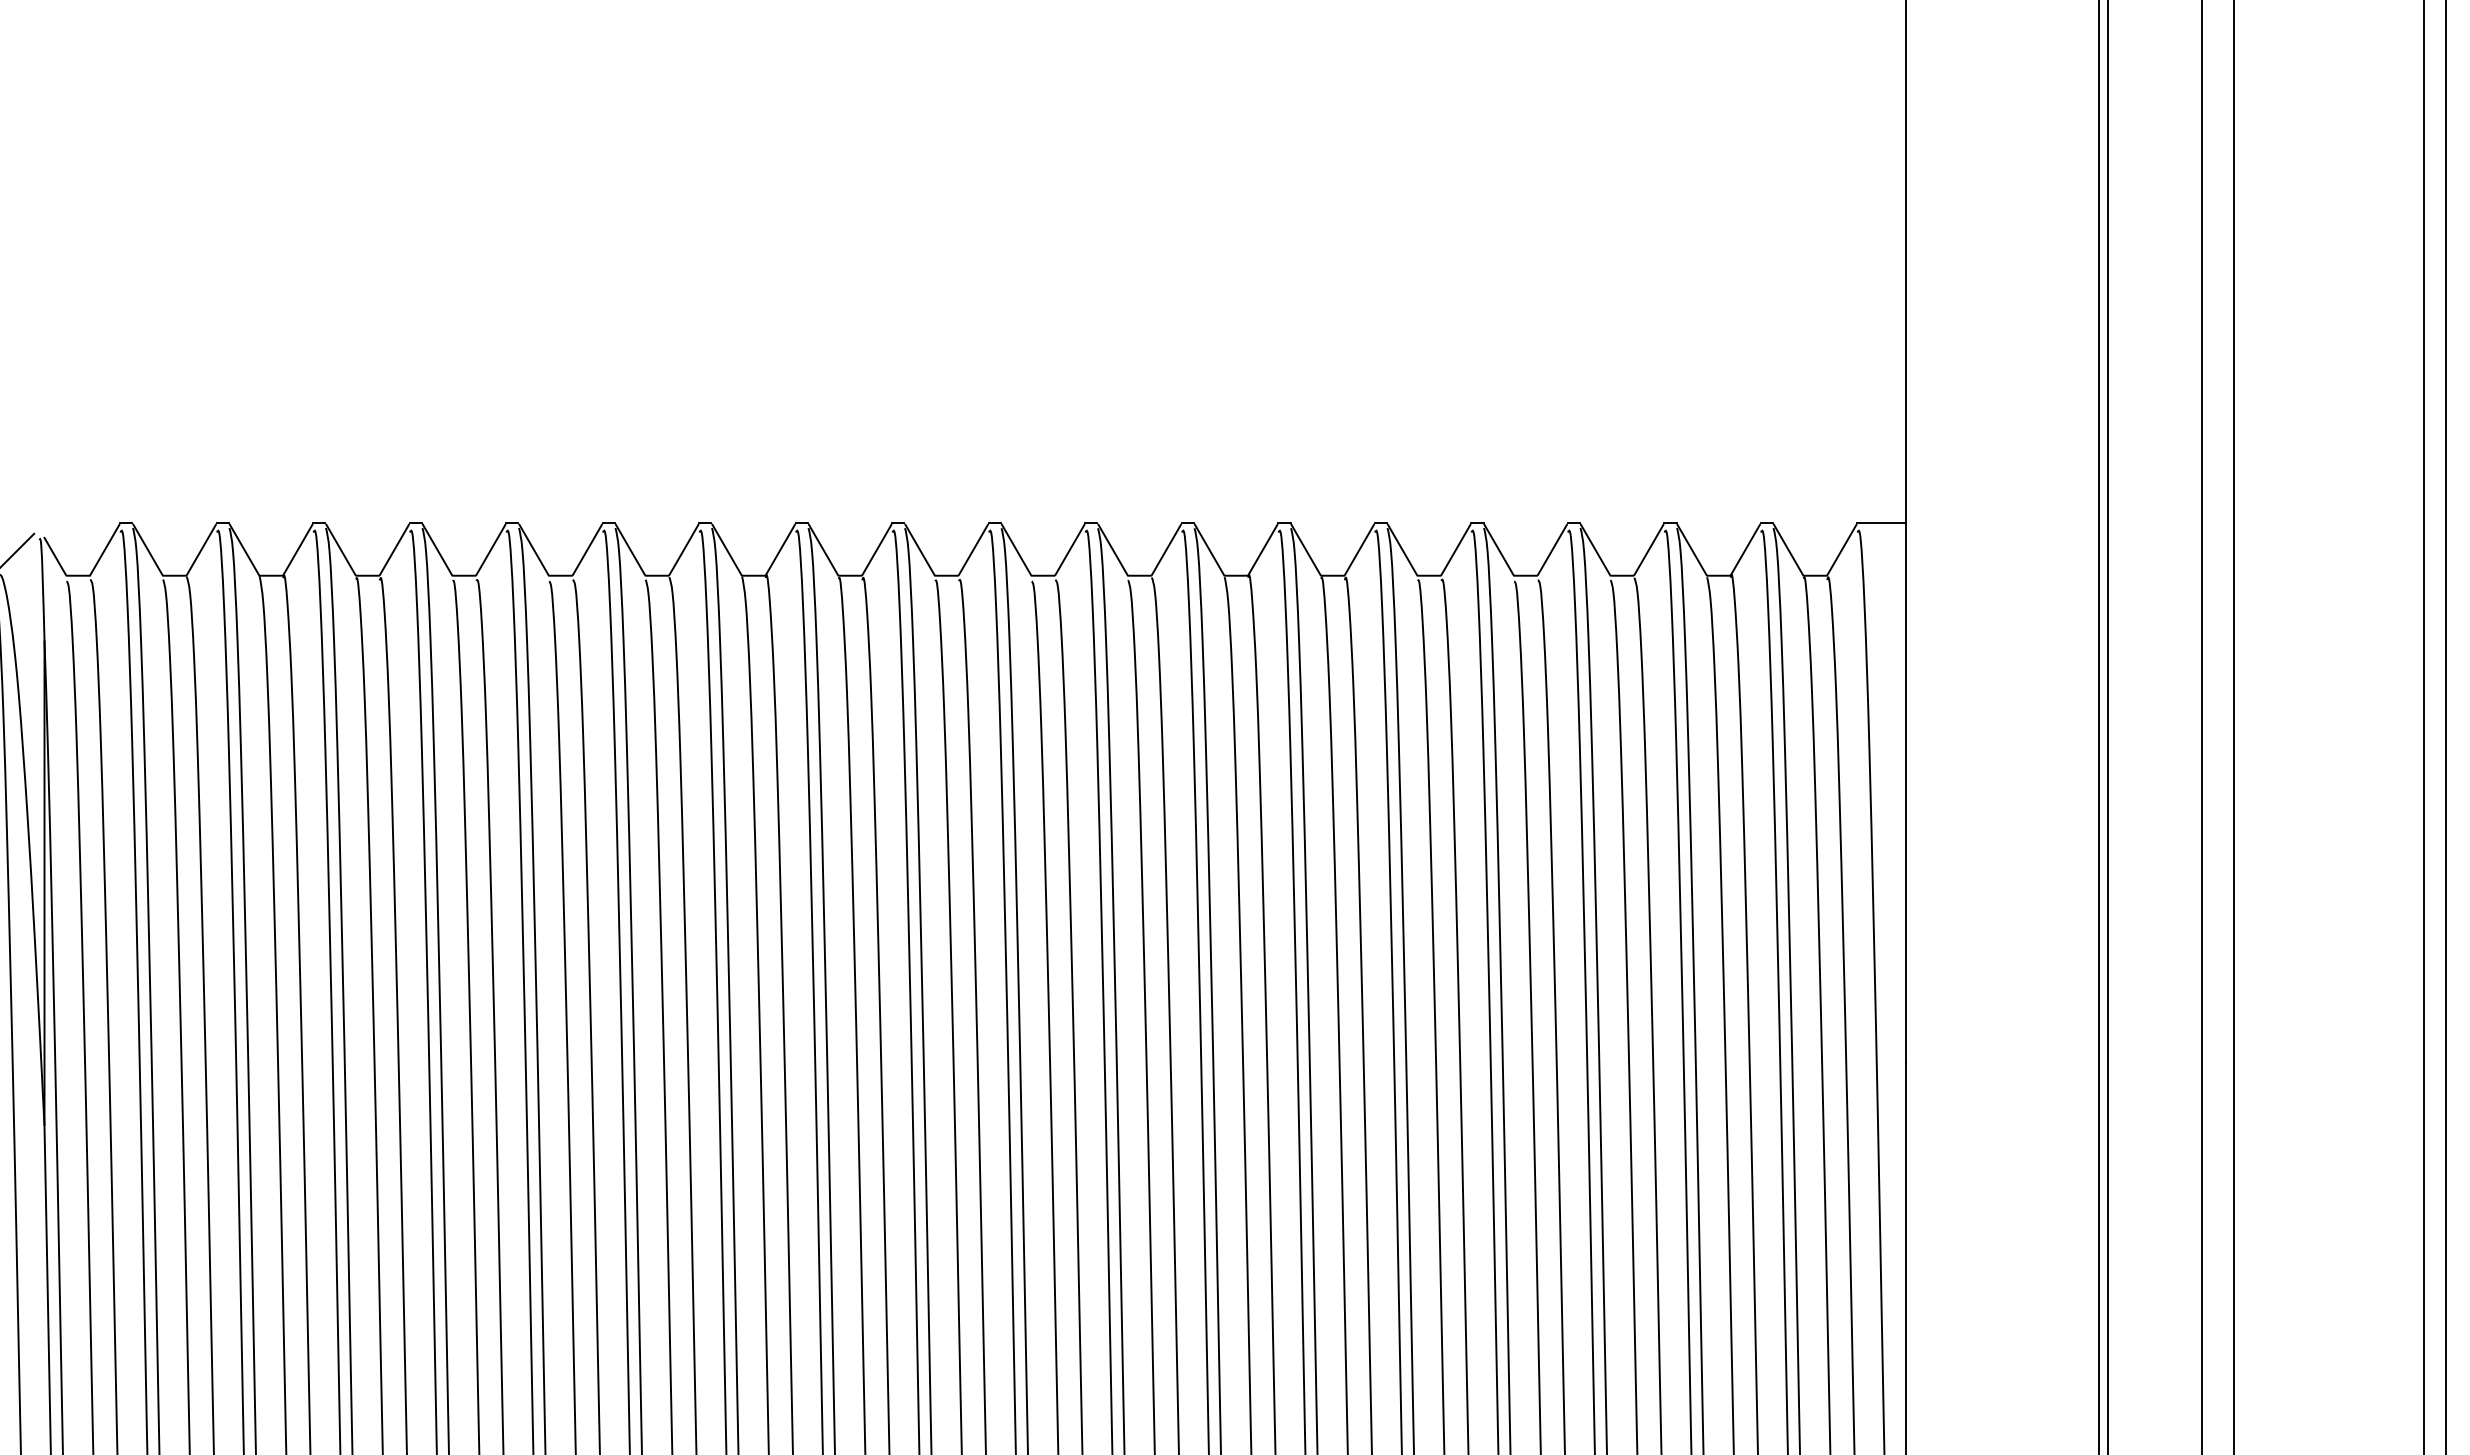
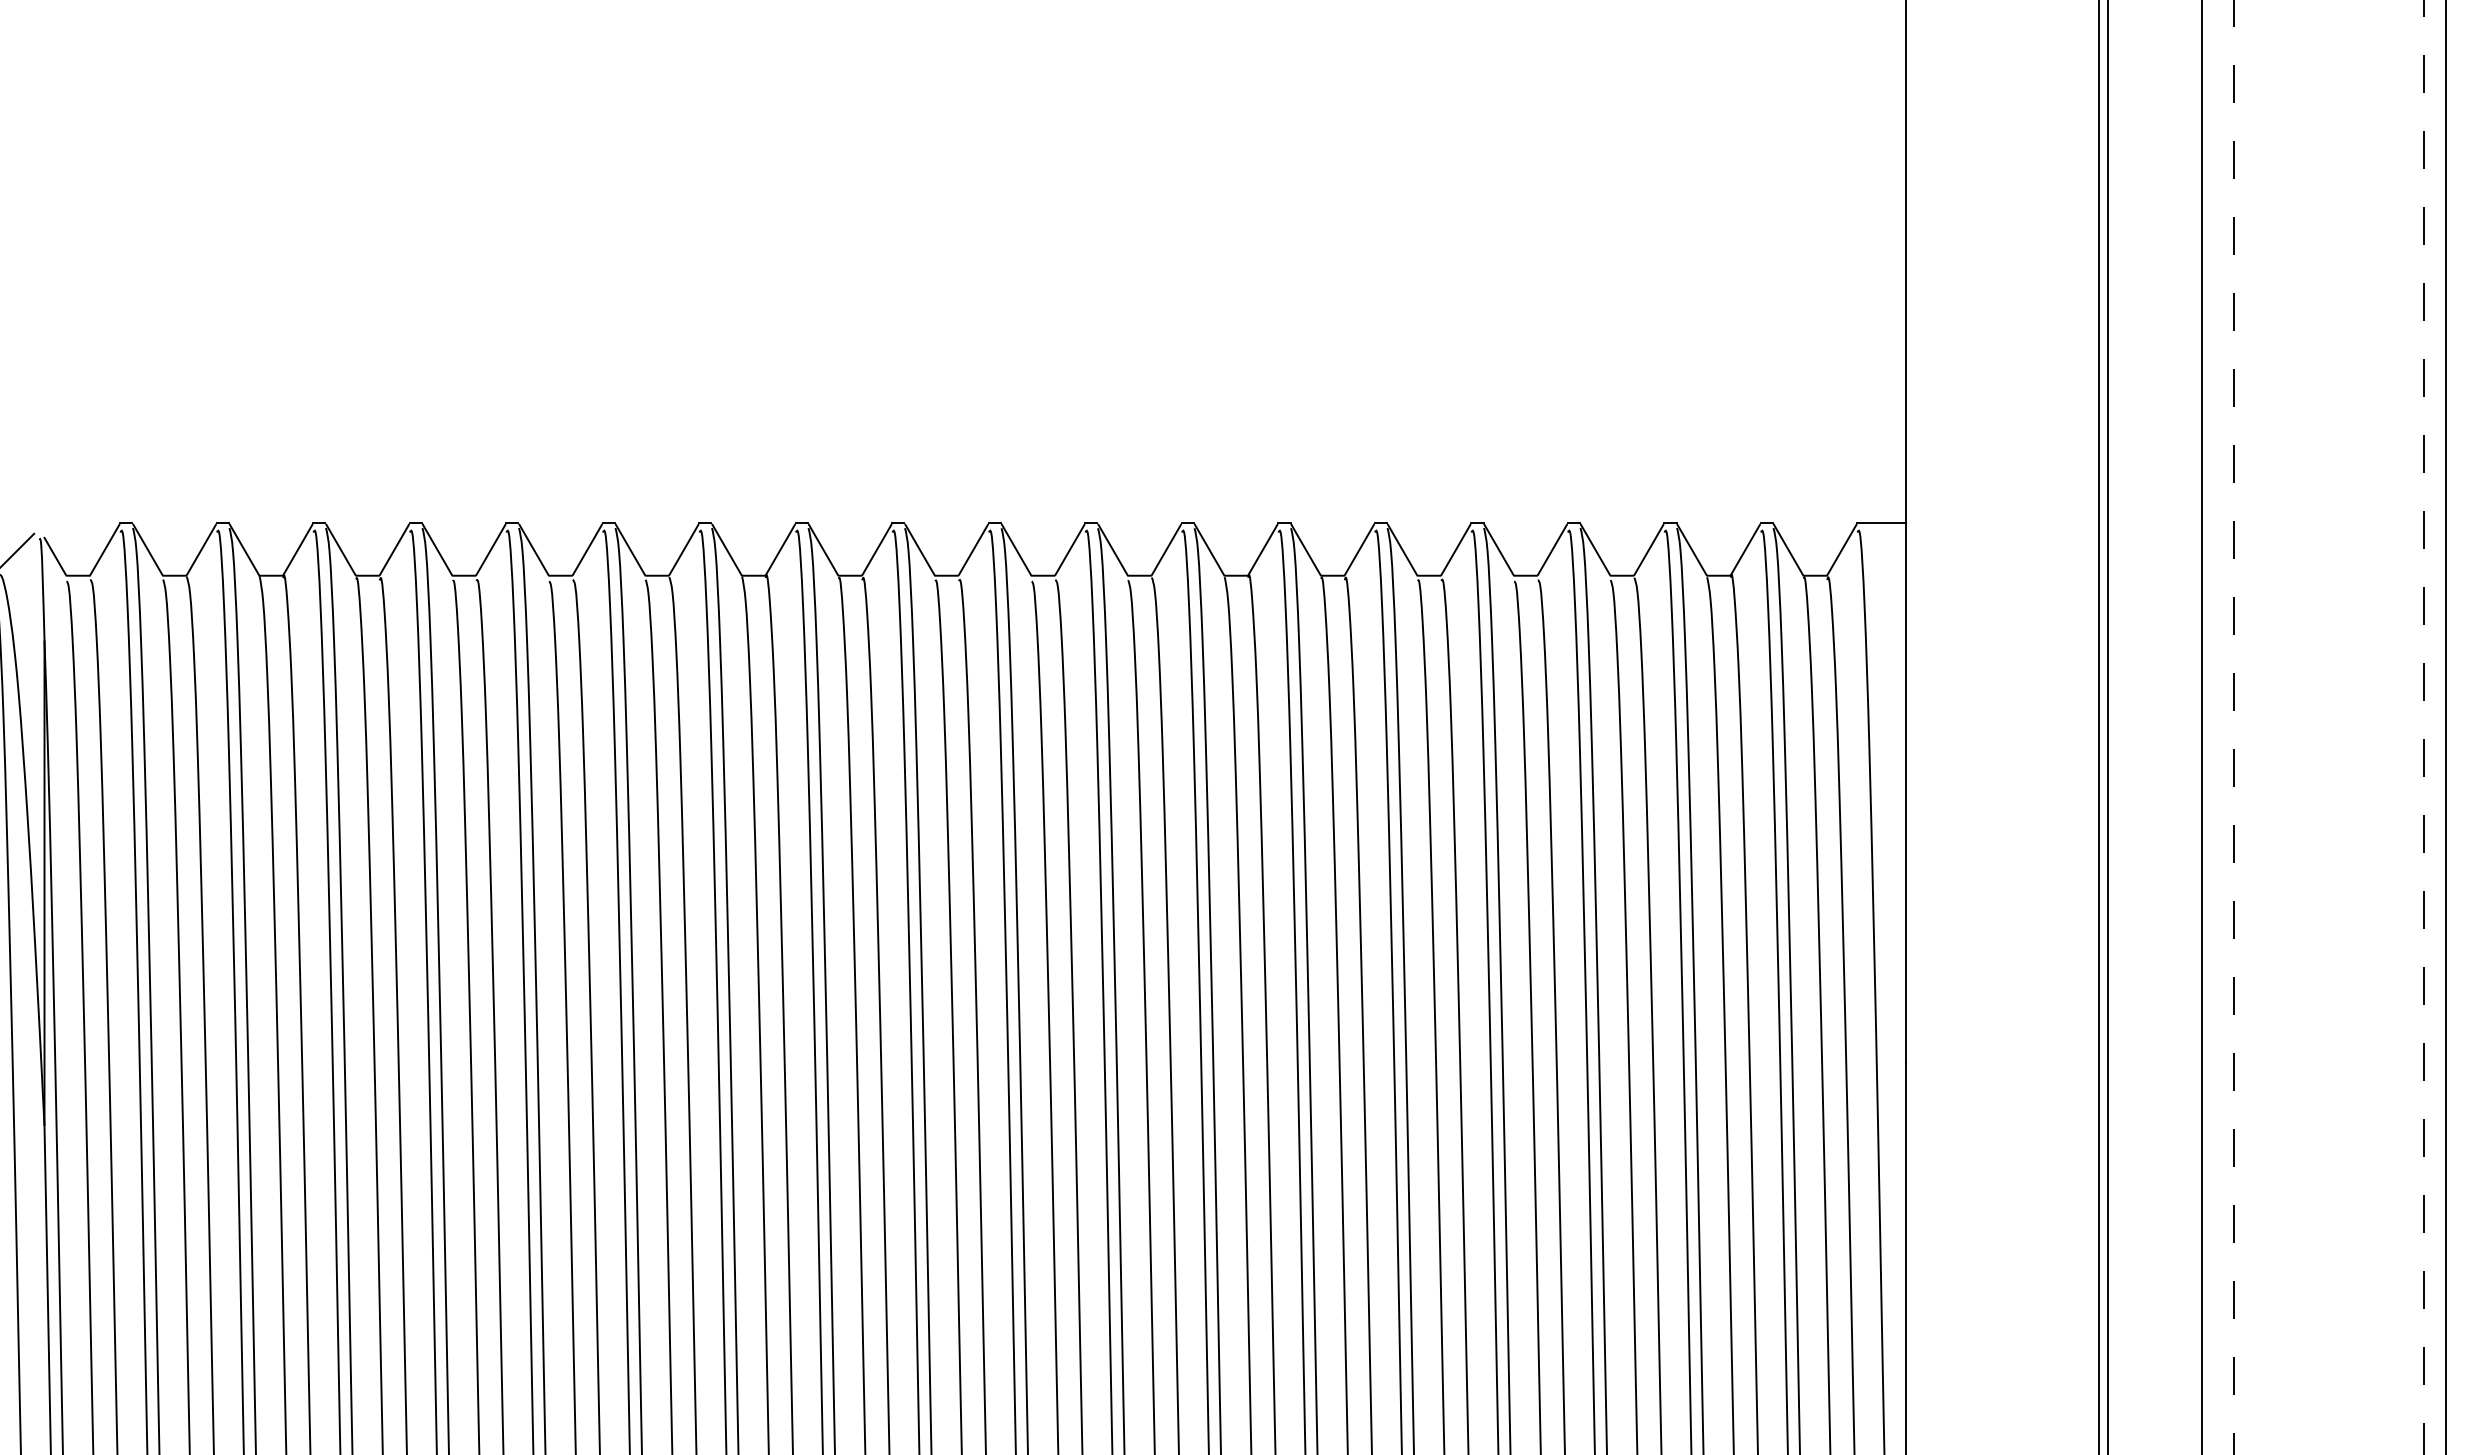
line at (2234, 727): solid -> dashed
line at (2424, 727): solid -> dashed
